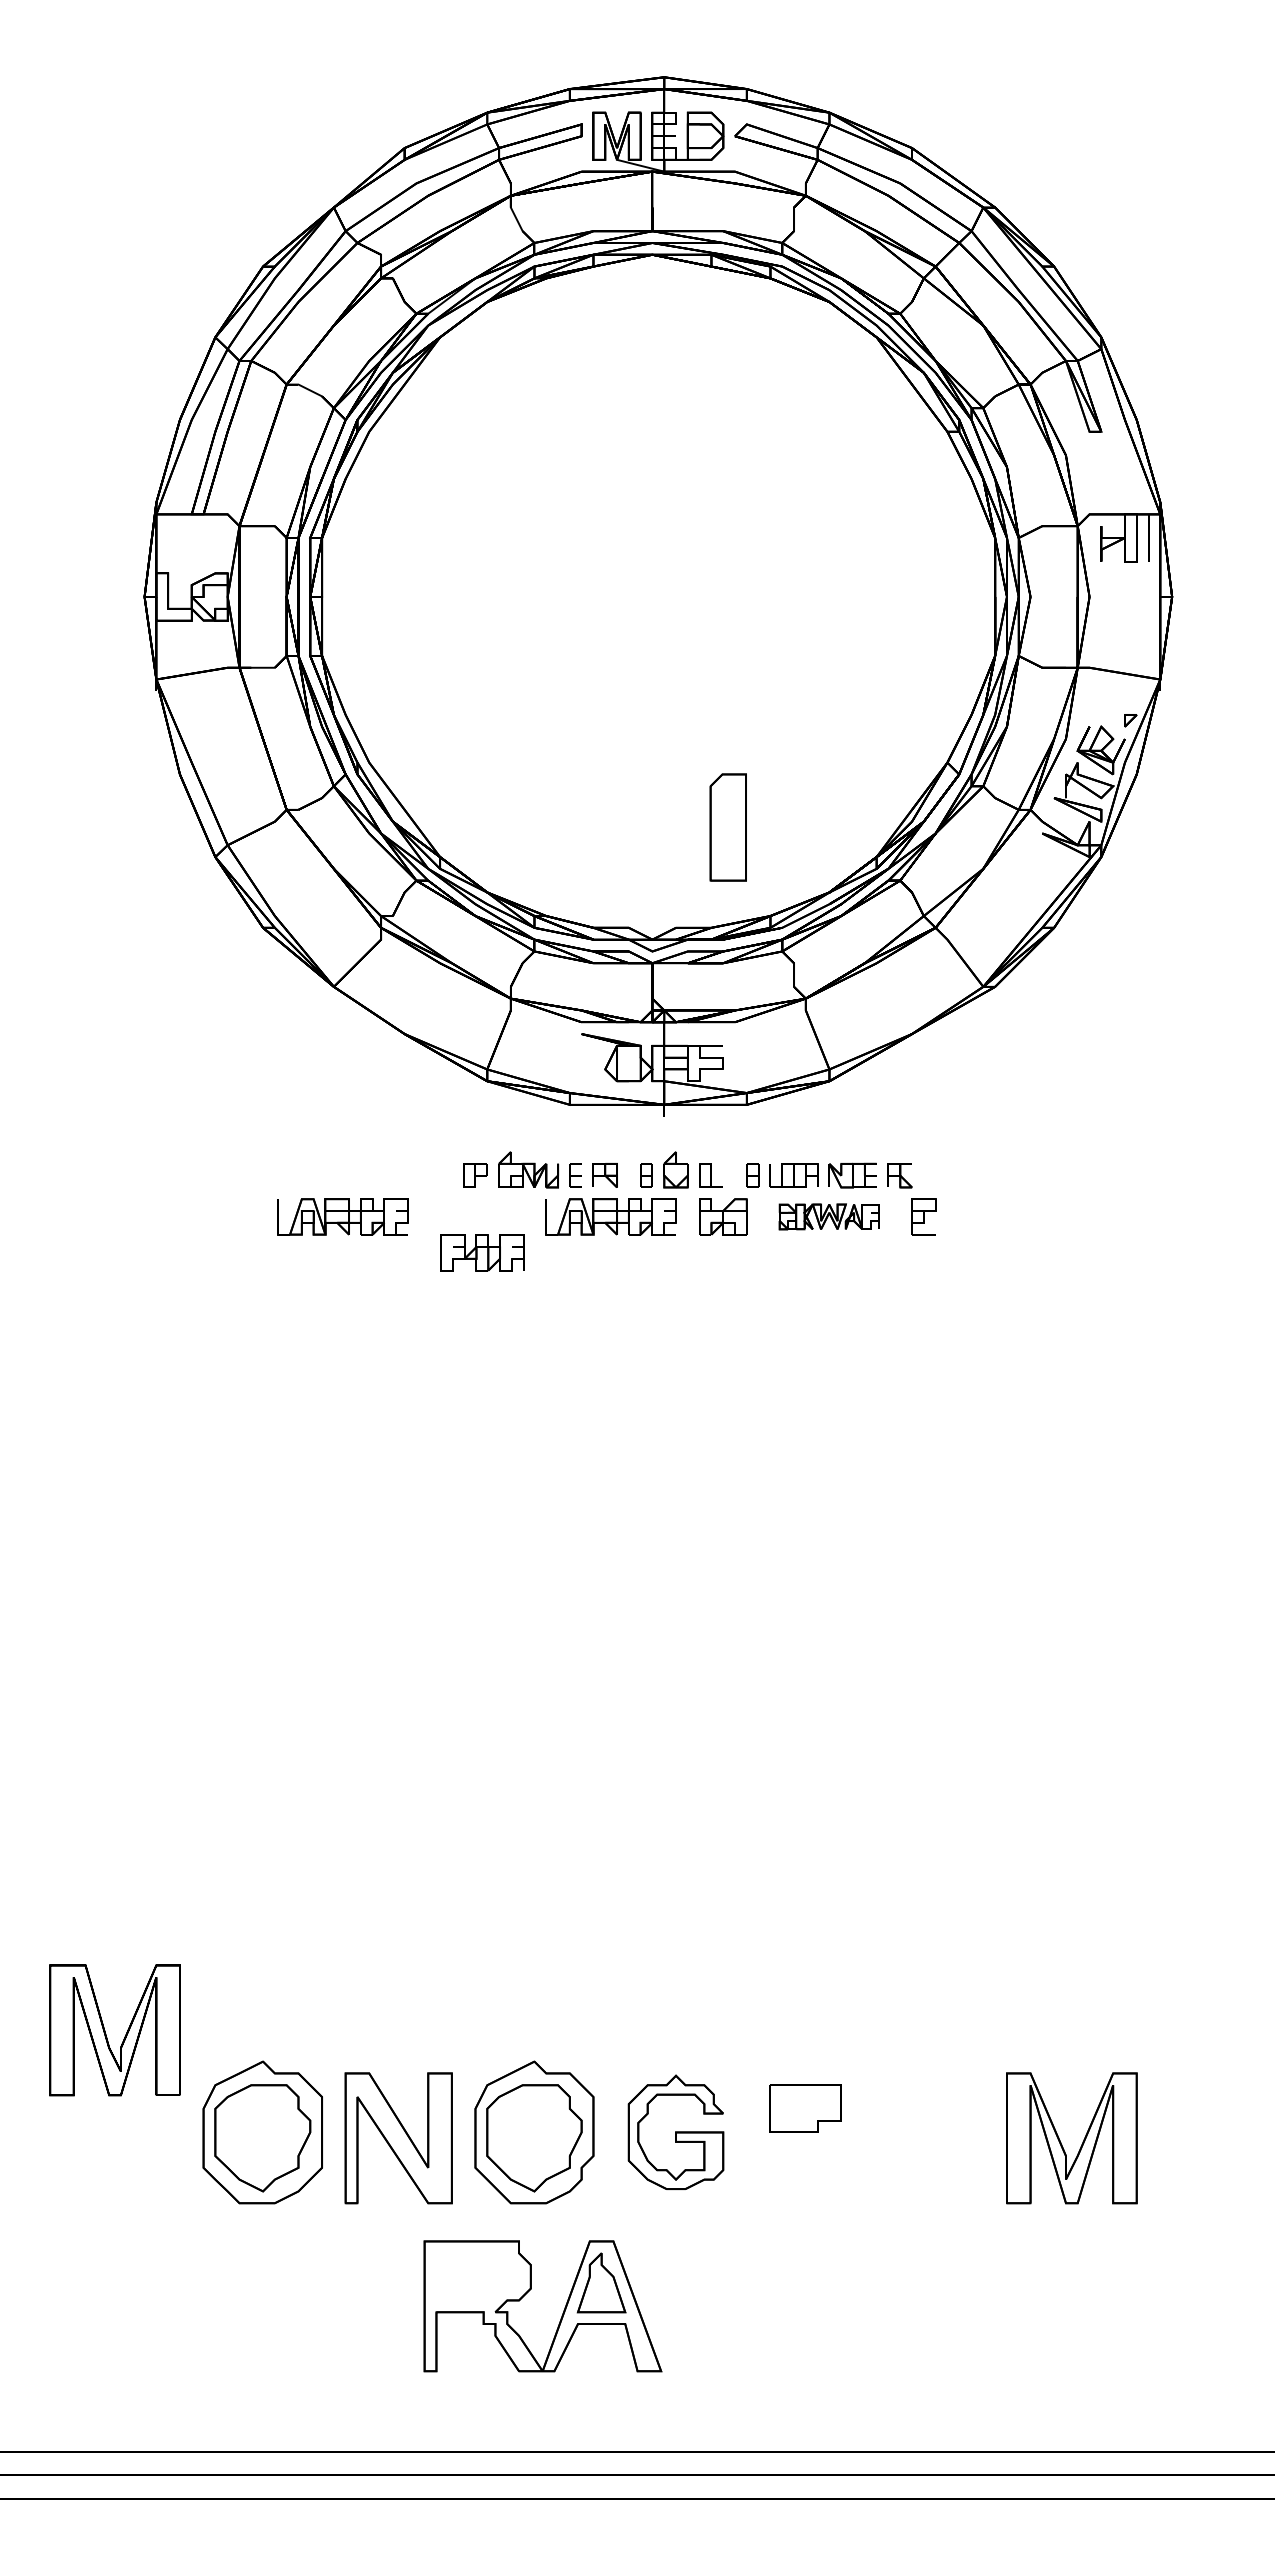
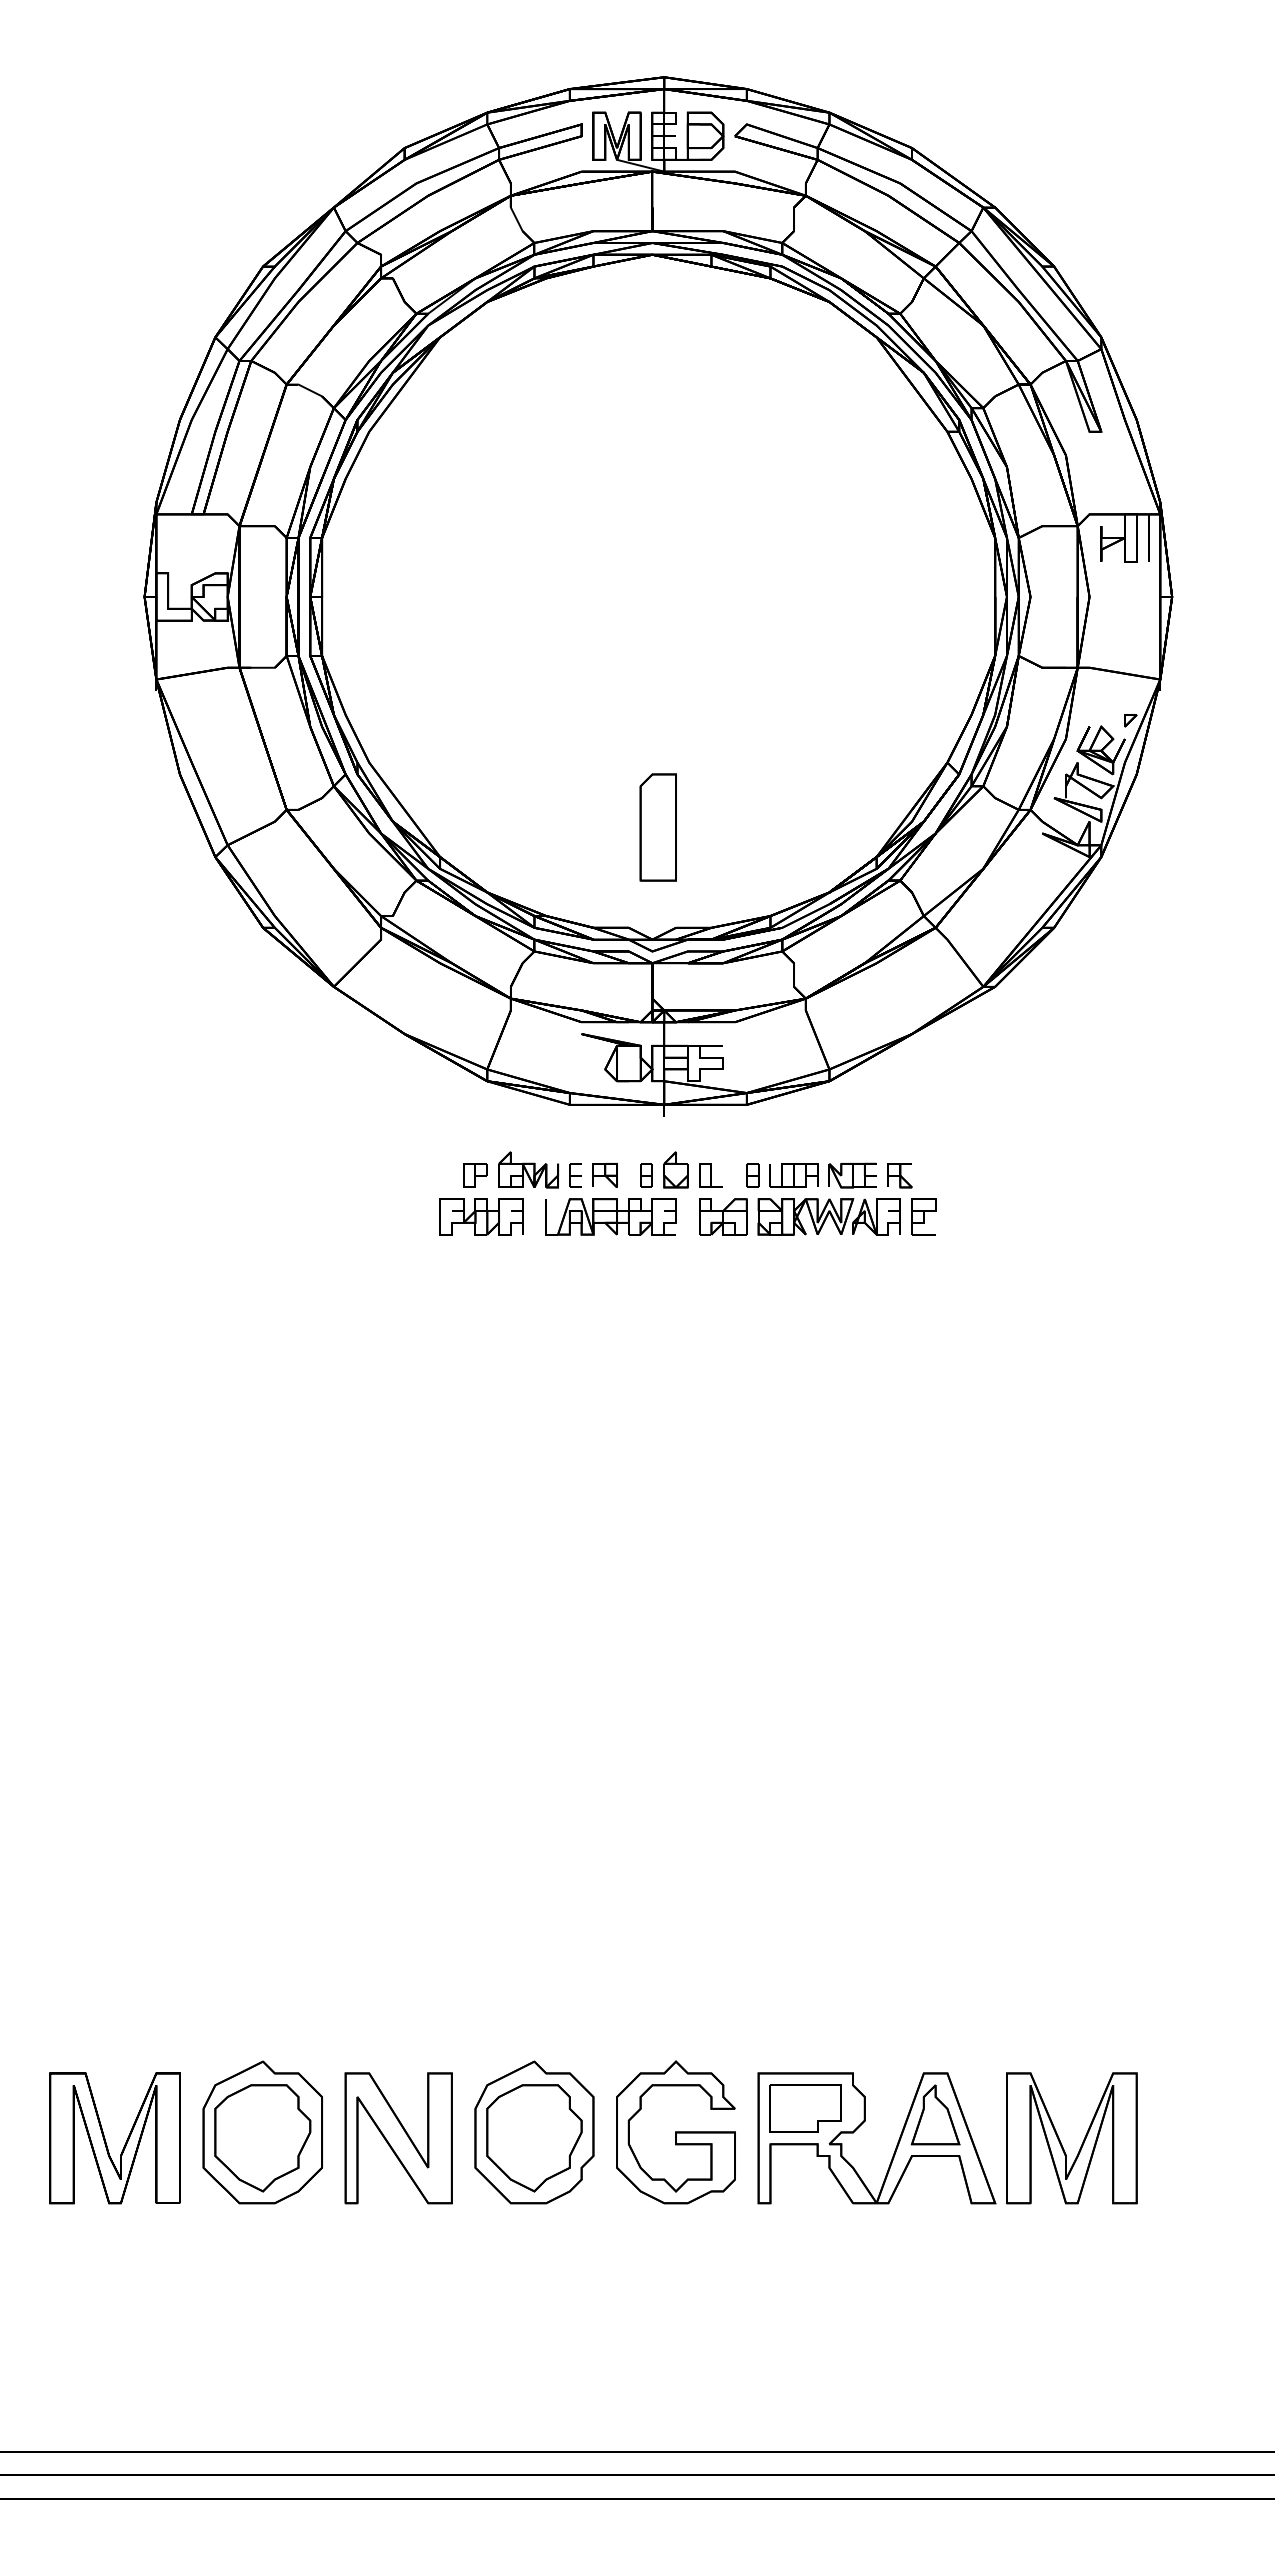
part at (727, 827) position: (727, 827) -> (657, 827)
part at (342, 1216): present -> none
part at (828, 1216) size: 102x28 px -> 144x38 px
part at (482, 1252) position: (482, 1252) -> (481, 1216)
part at (106, 2034) position: (106, 2034) -> (106, 2142)
part at (675, 2131) size: 98x116 px -> 120x145 px
part at (528, 2292) position: (528, 2292) -> (862, 2124)
